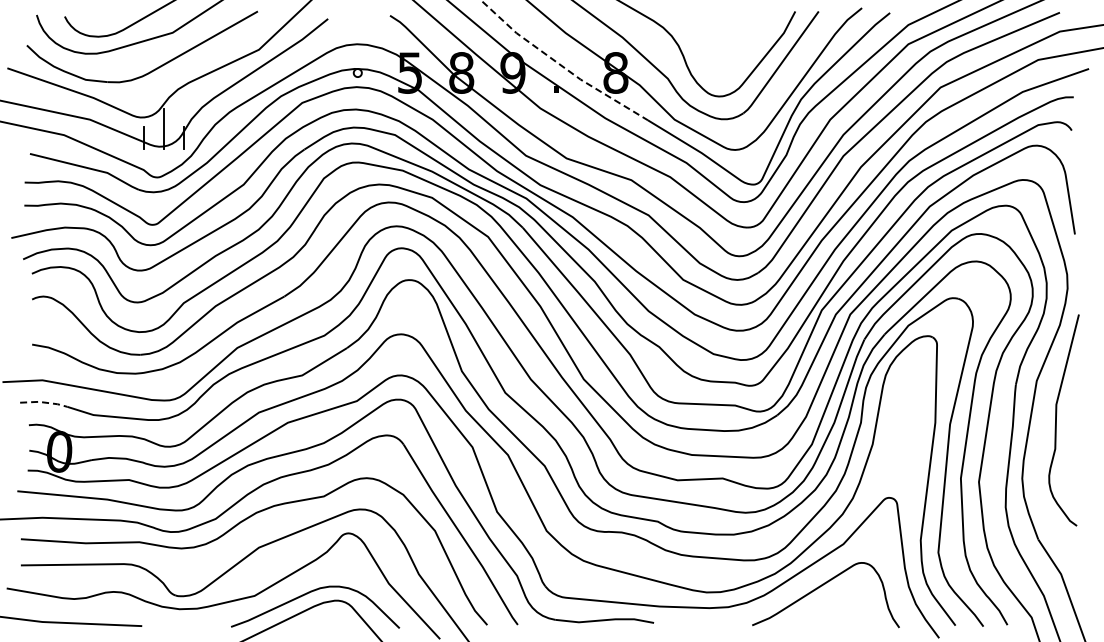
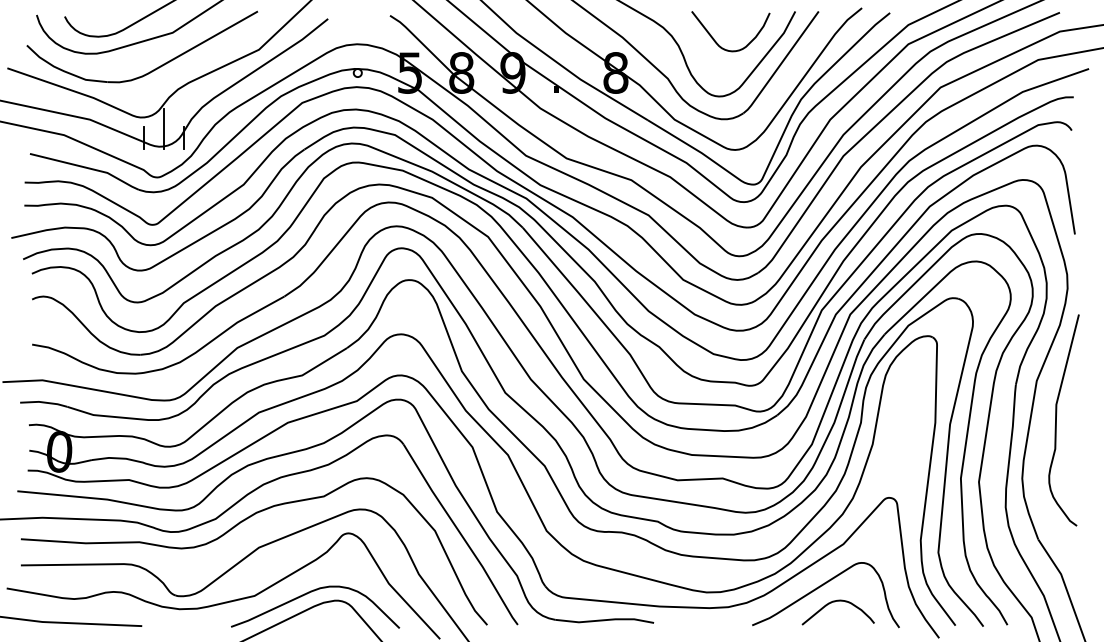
curve at (718, 43): none -> present
line at (560, 65): dashed -> solid
line at (43, 402): dashed -> solid
curve at (835, 602): none -> present
